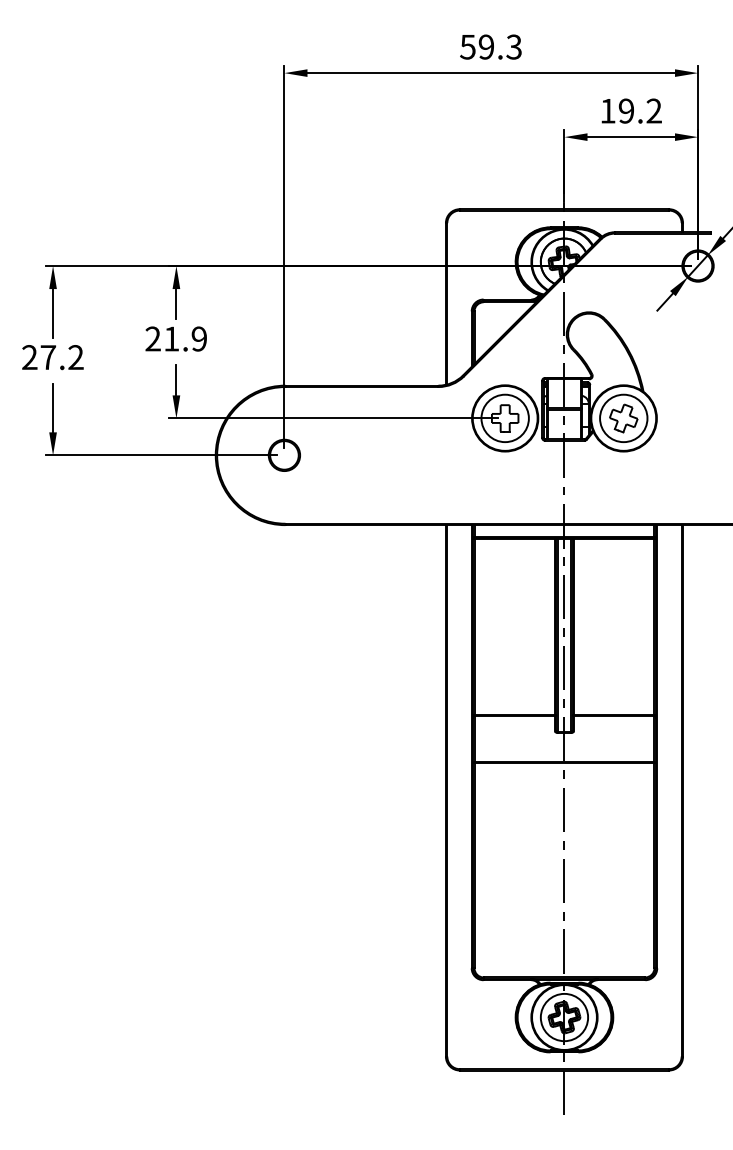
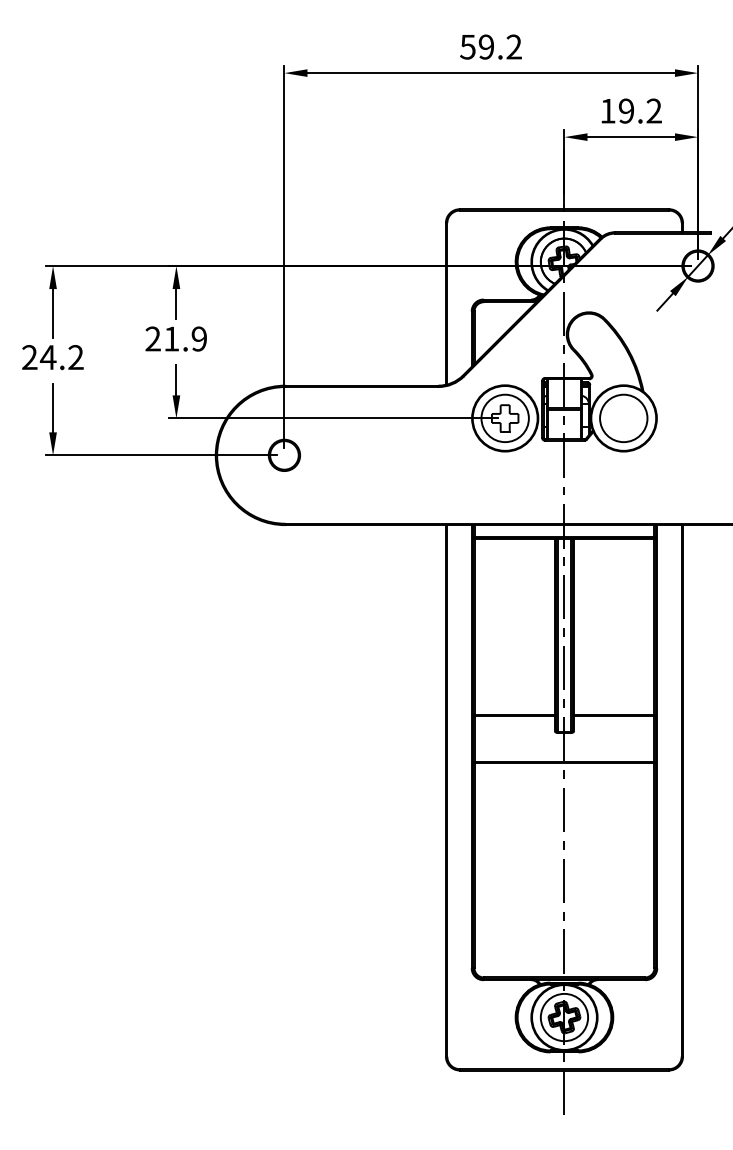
text at (513, 47): 59.3 -> 59.2
text at (47, 357): 27.2 -> 24.2
part at (623, 418): present -> none
